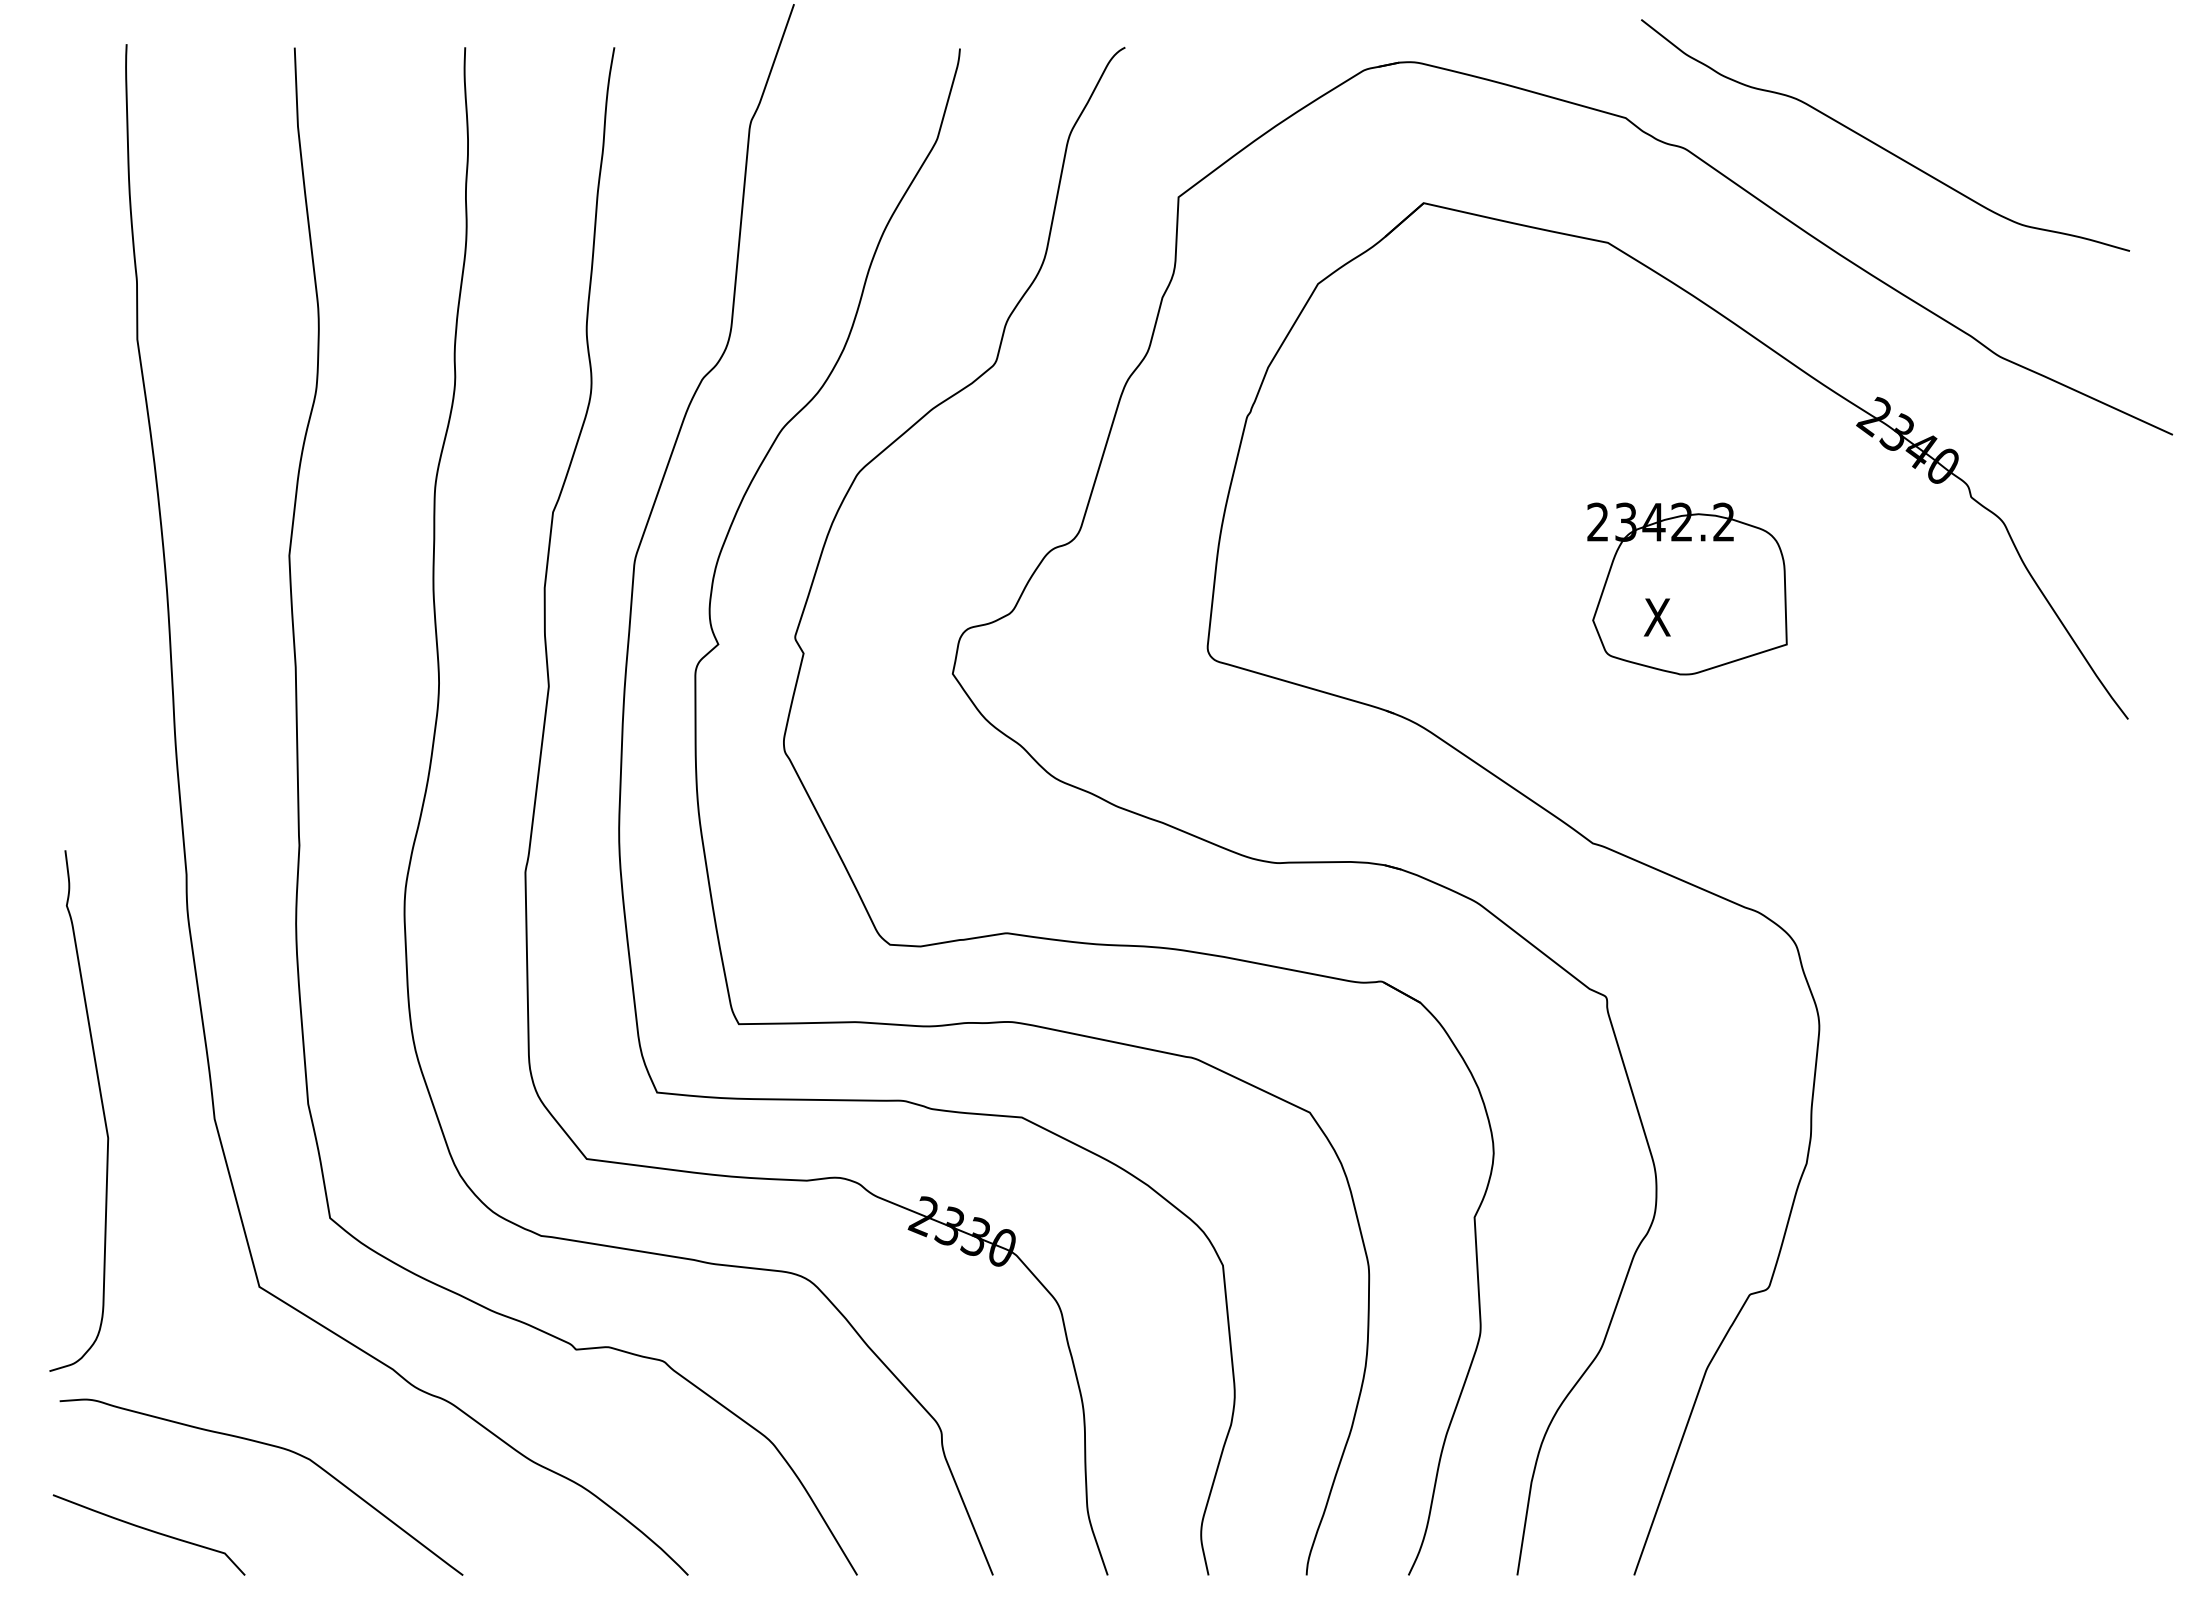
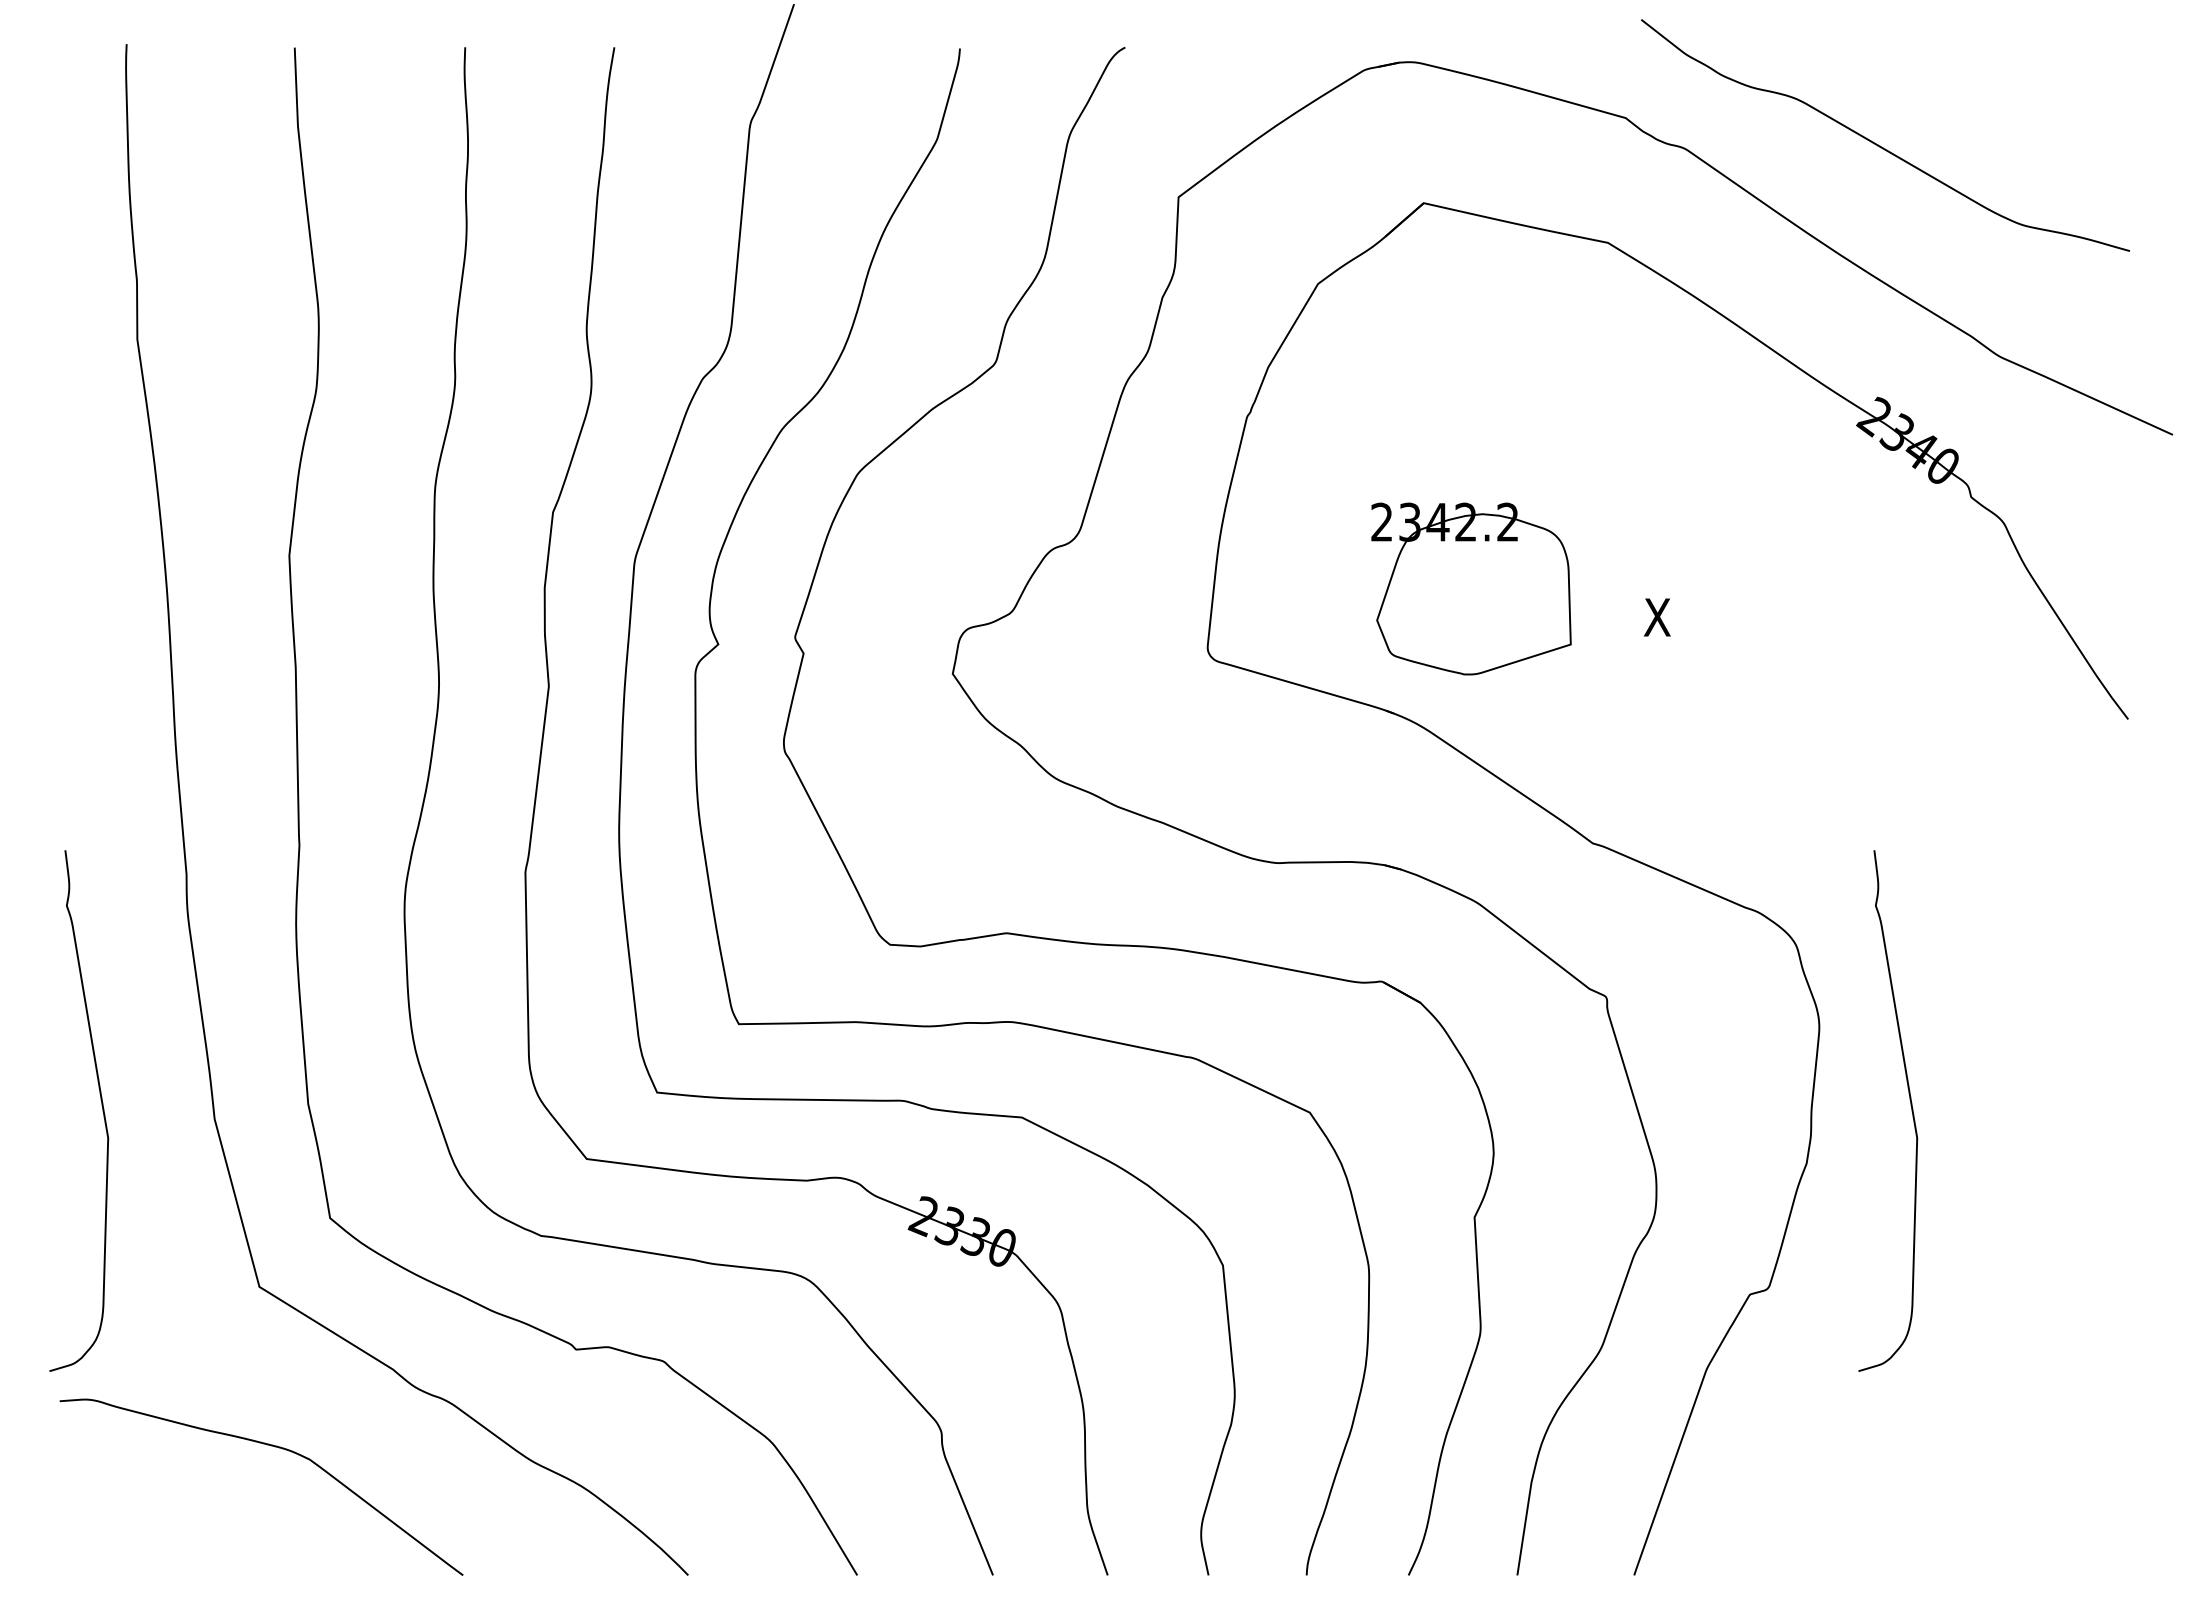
part at (1687, 588) position: (1687, 588) -> (1471, 588)
curve at (1910, 1105): none -> present
curve at (149, 1531): present -> none
